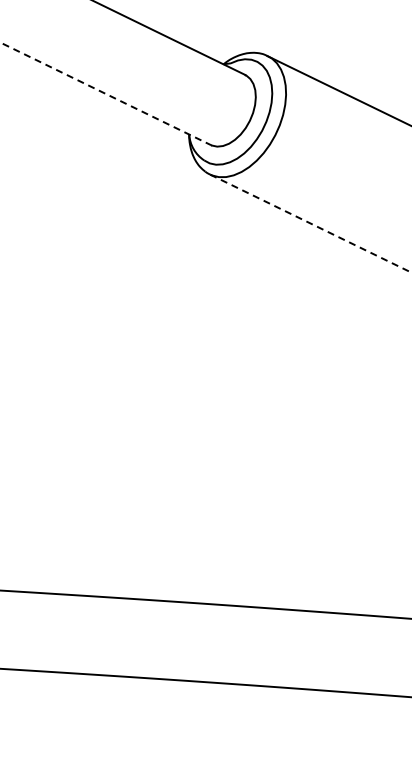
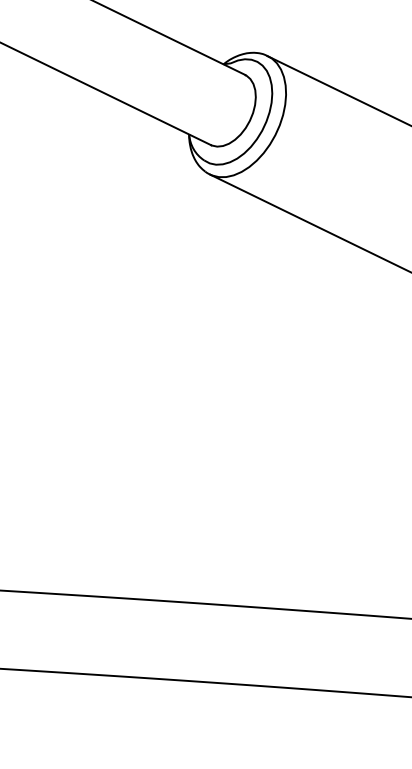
line at (105, 93): dashed -> solid
line at (311, 223): dashed -> solid
